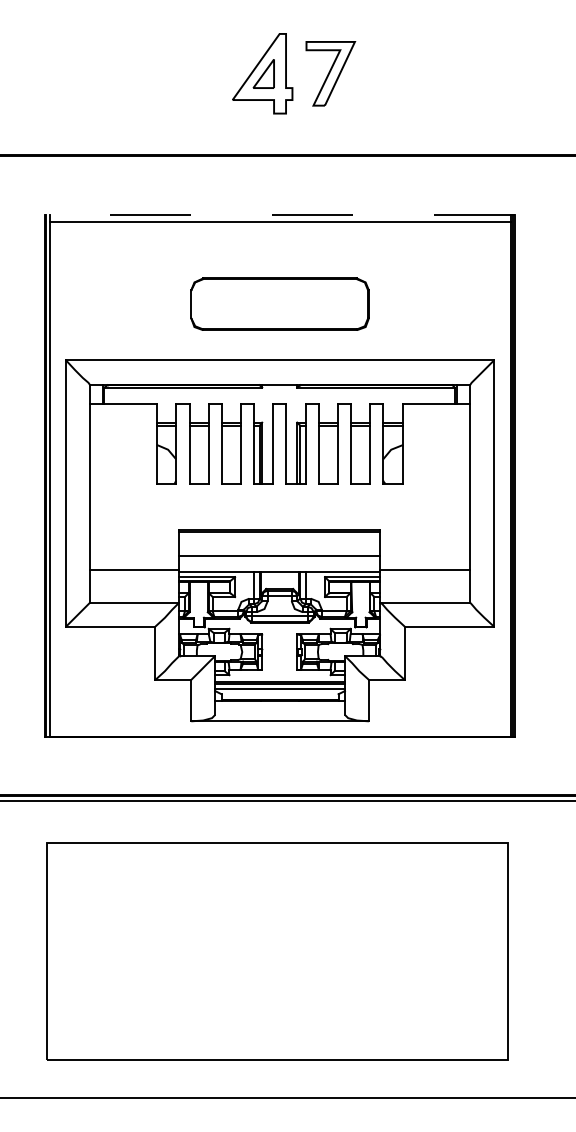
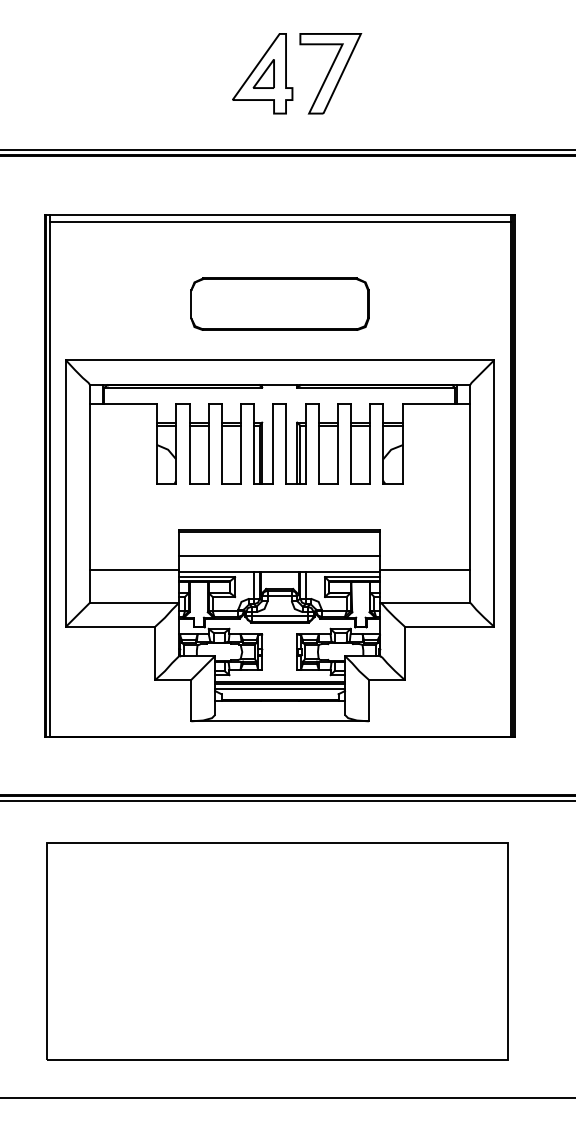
part at (330, 73) size: 52x66 px -> 64x82 px
line at (287, 150): none -> present
line at (280, 214): dashed -> solid
